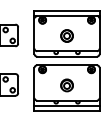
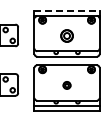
line at (67, 11): solid -> dashed
part at (66, 85) size: 14x15 px -> 10x9 px
